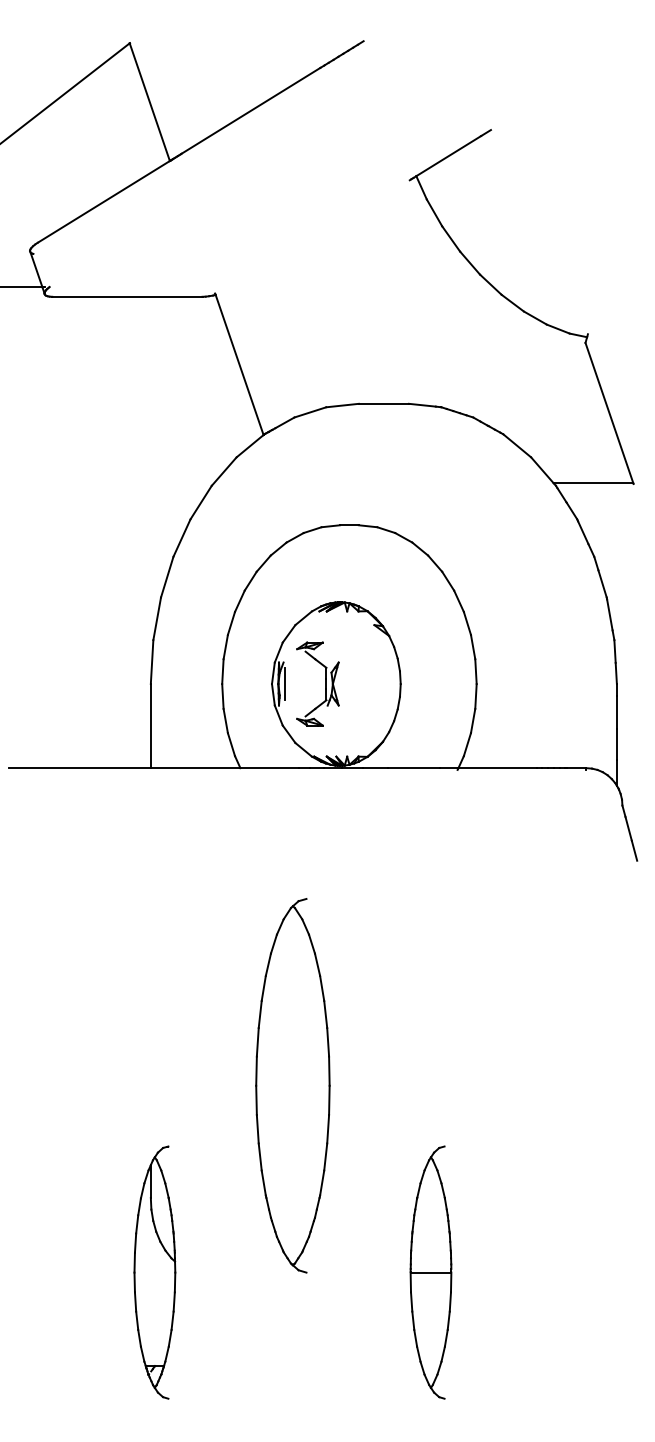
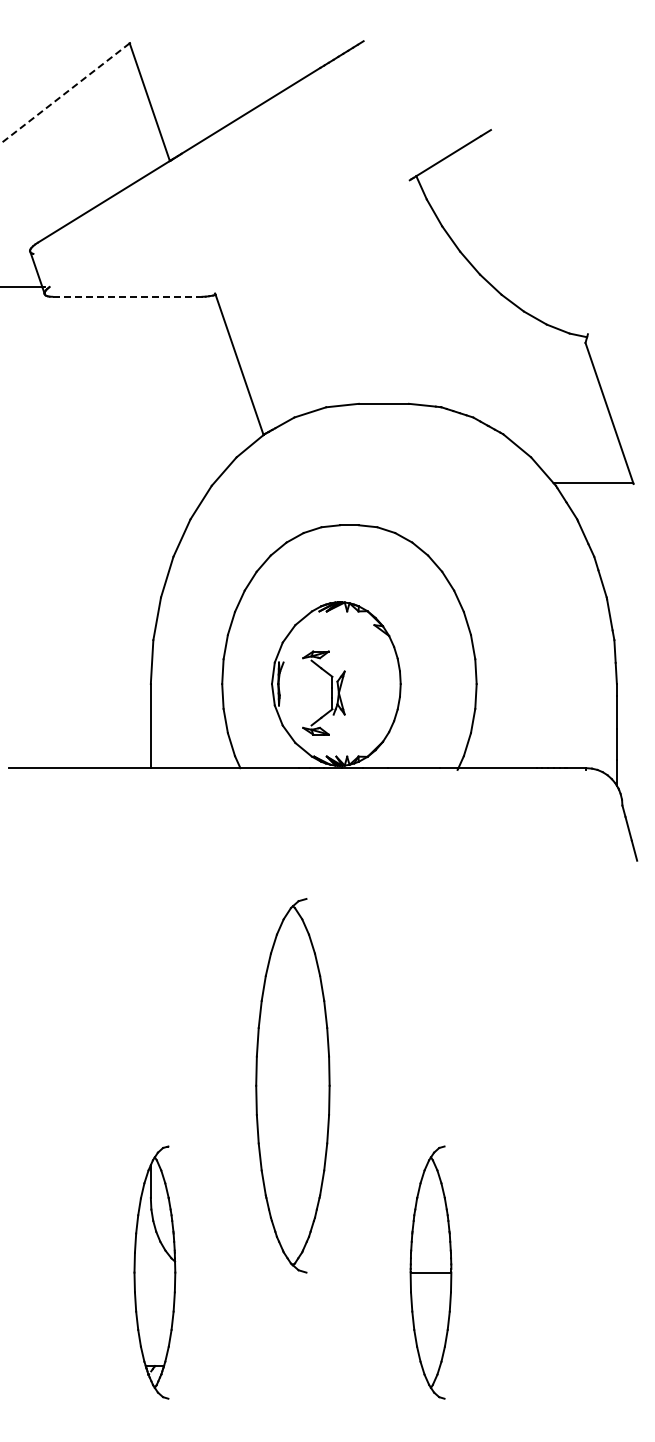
line at (65, 93): solid -> dashed
line at (126, 296): solid -> dashed
line at (284, 683): present -> none
part at (325, 683) position: (325, 683) -> (331, 692)
